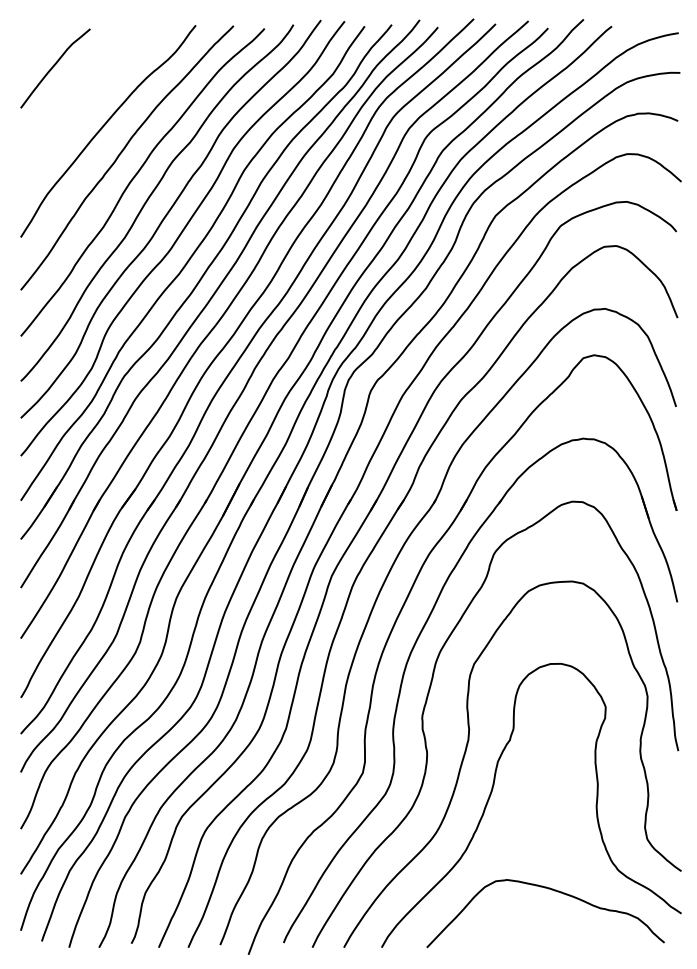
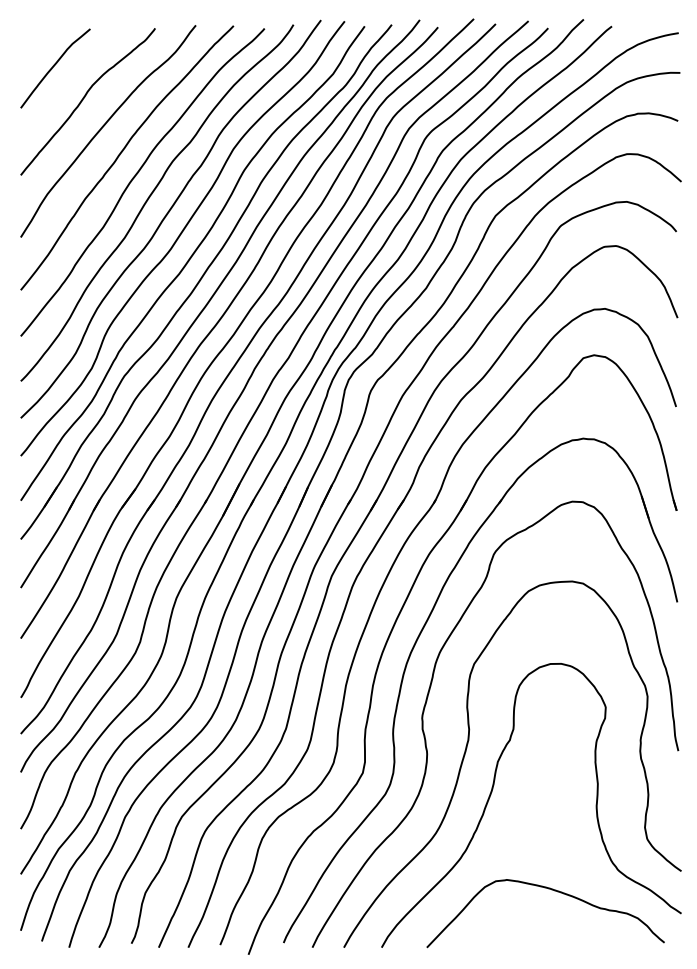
curve at (83, 100): none -> present
